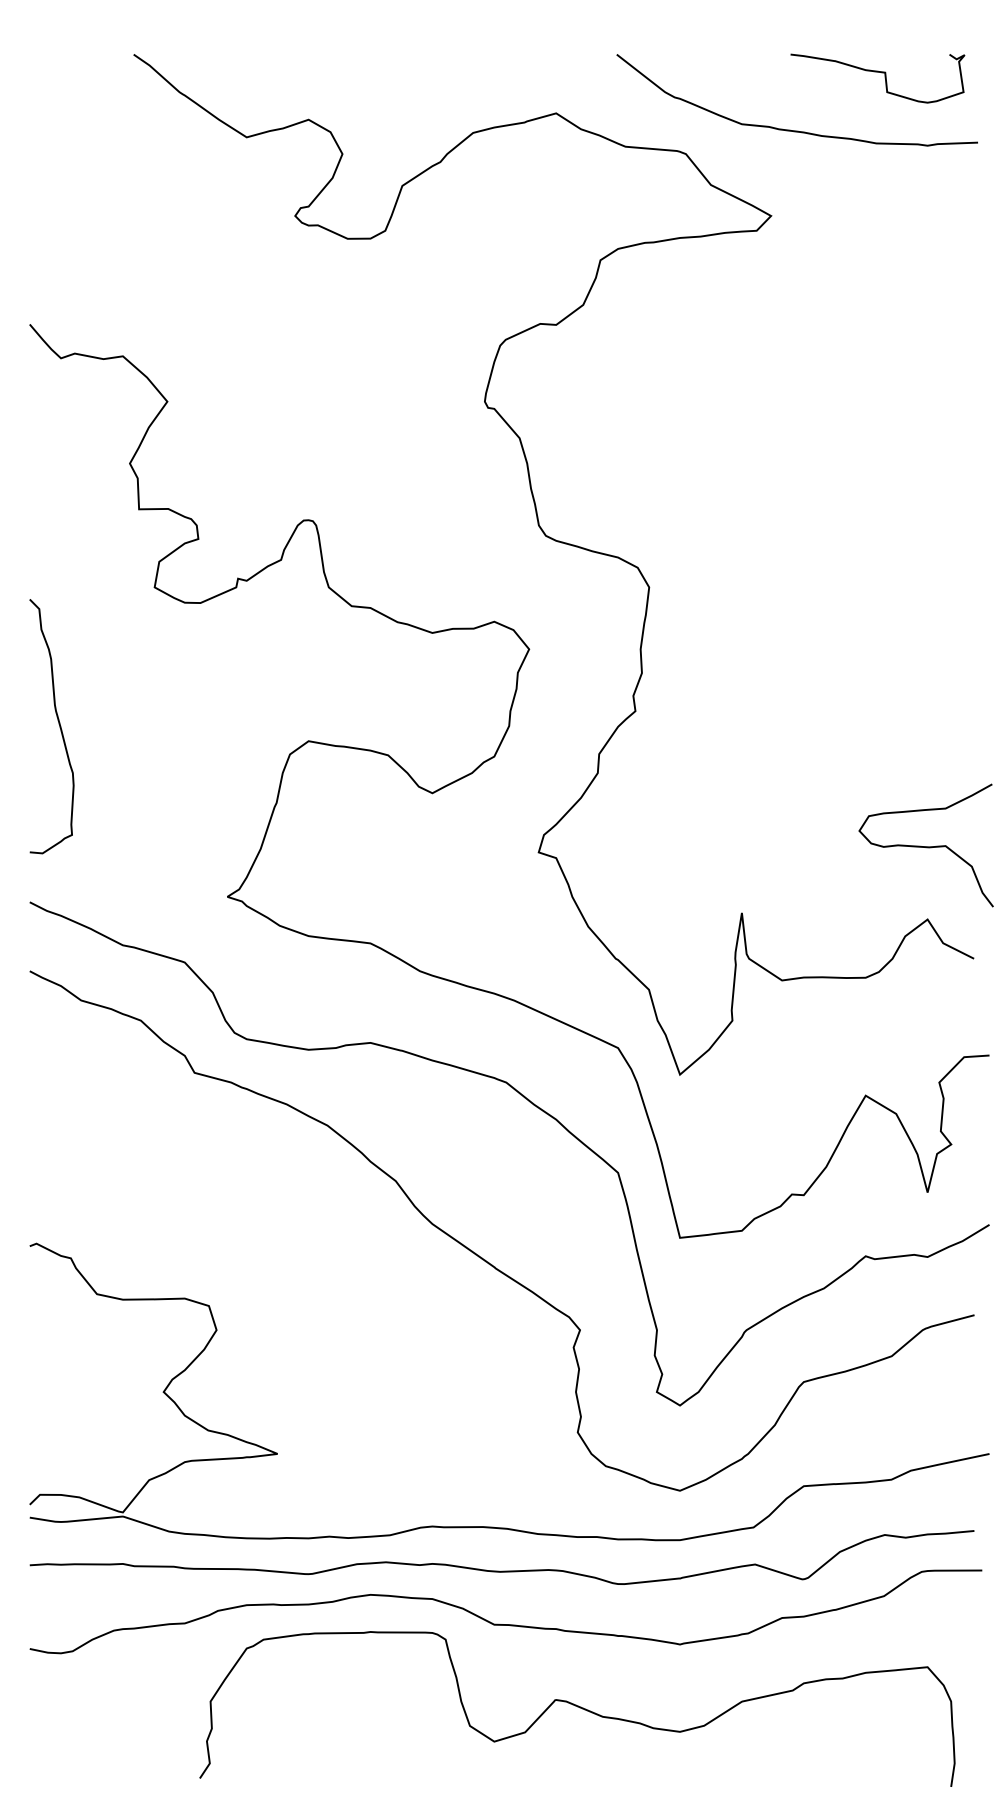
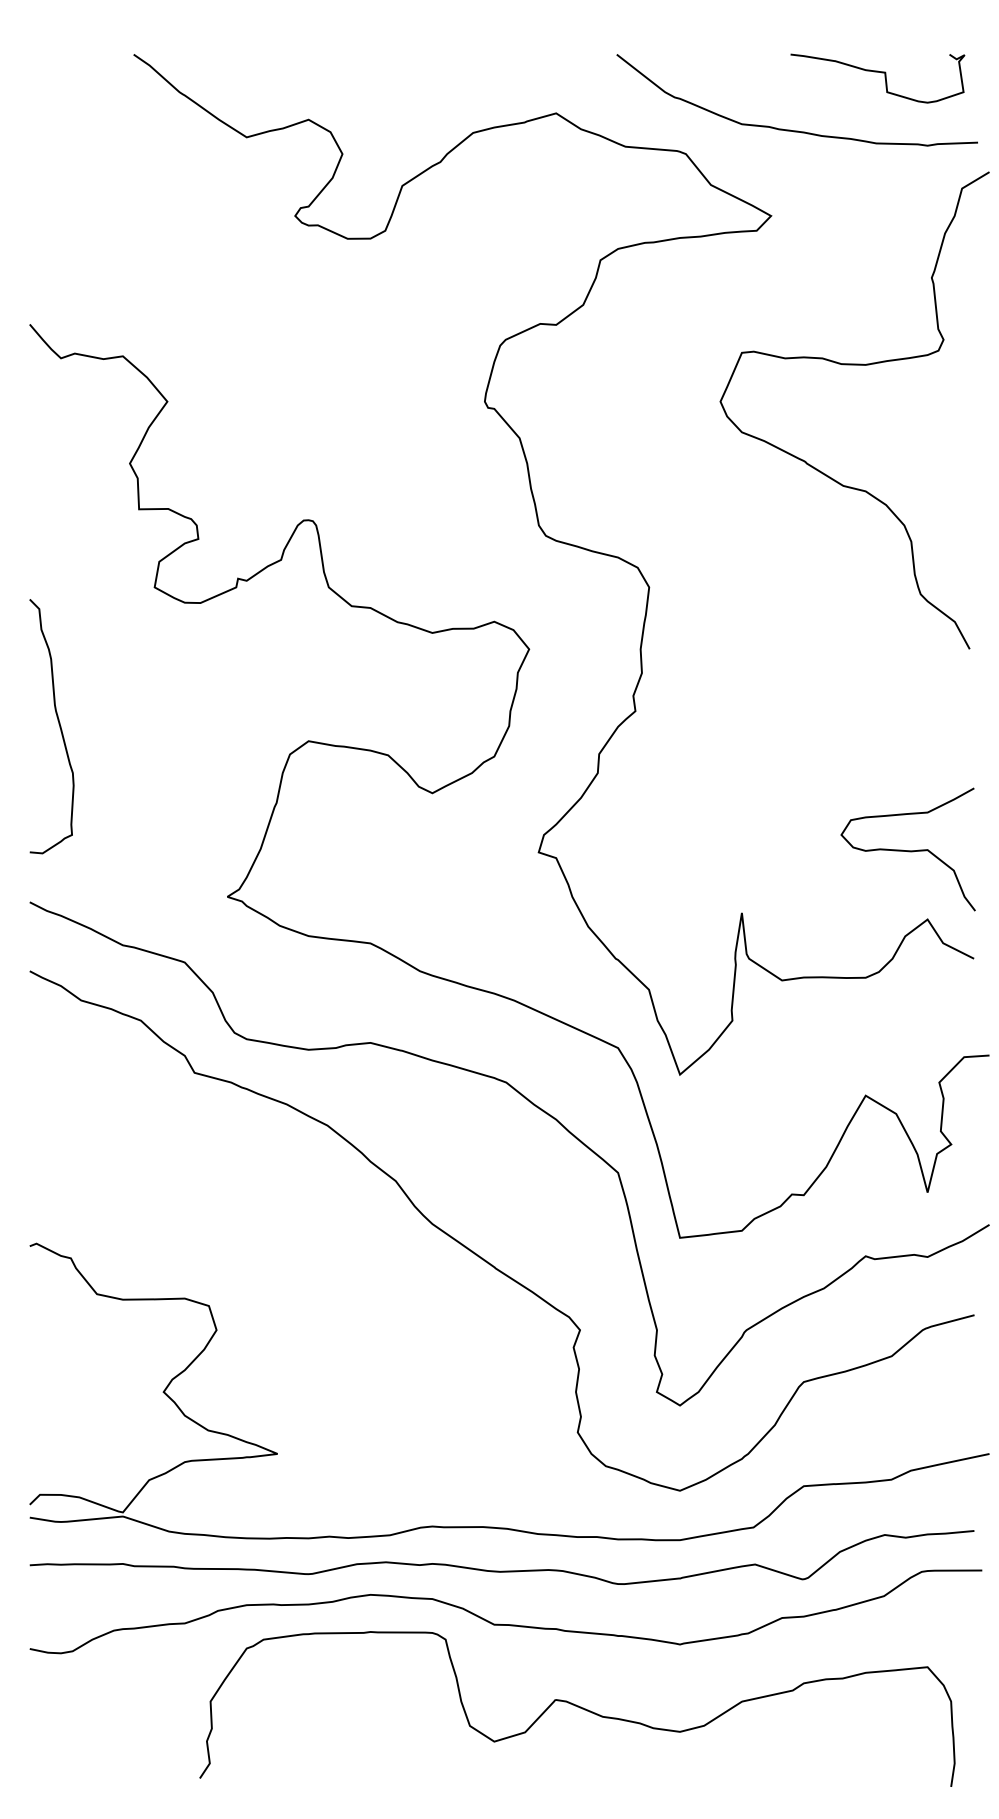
curve at (854, 365): none -> present
curve at (925, 846) position: (925, 846) -> (907, 850)
